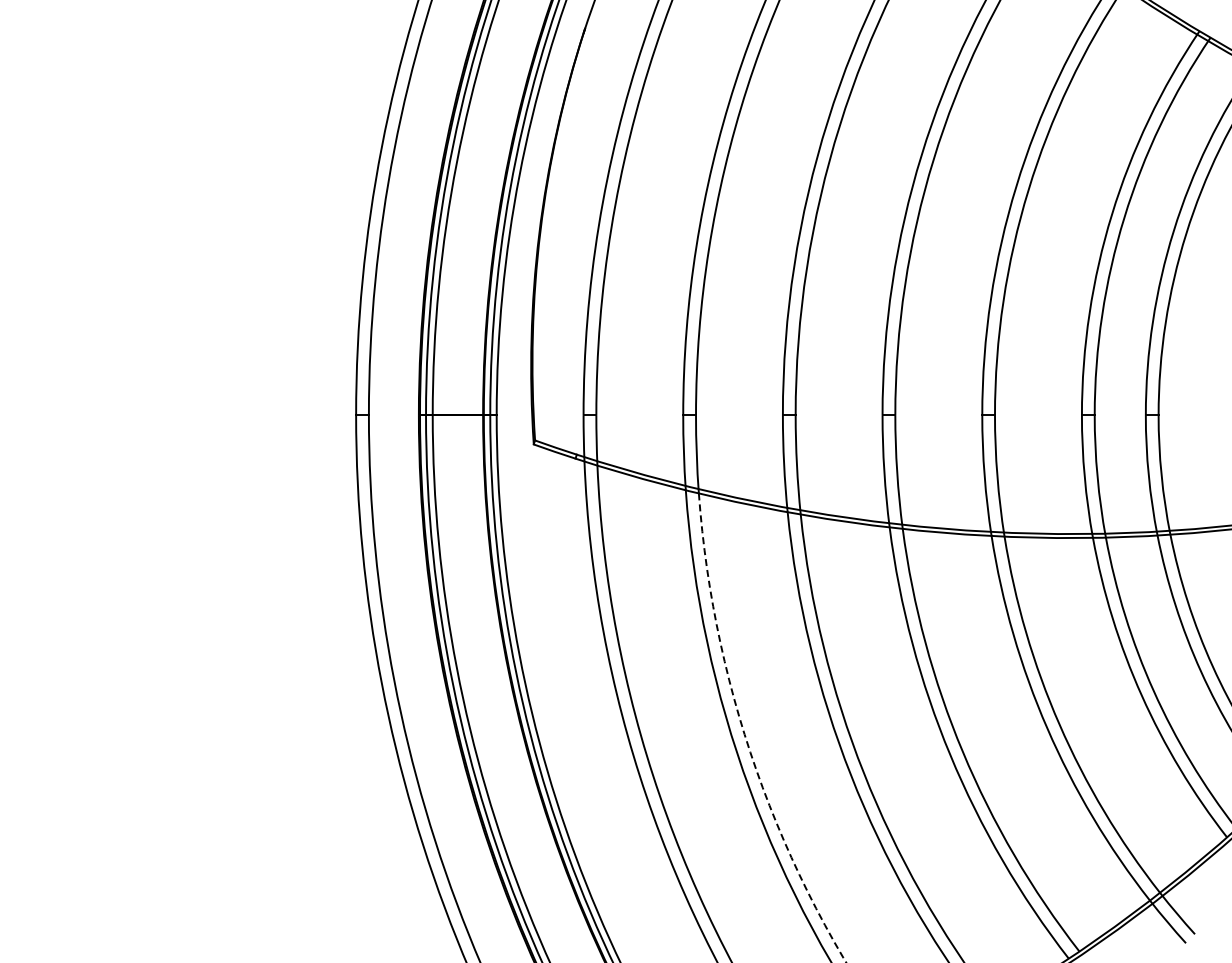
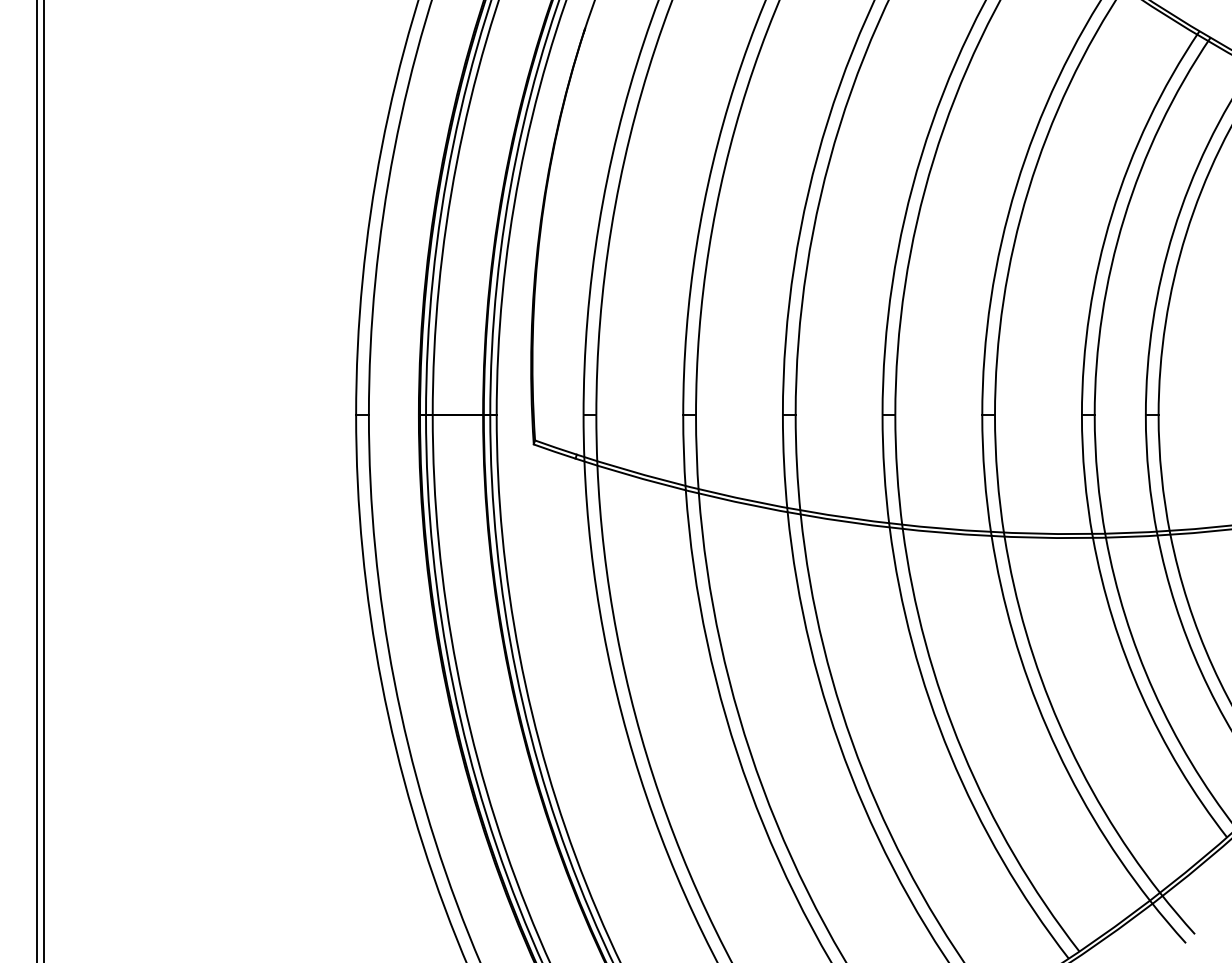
line at (36, 480): none -> present
line at (44, 480): none -> present
arc at (745, 737): dashed -> solid
